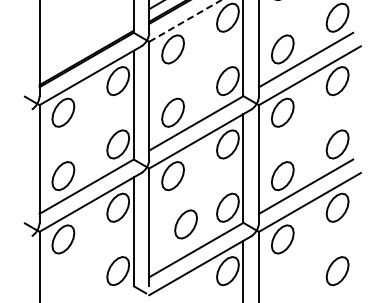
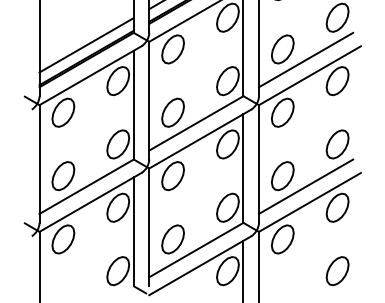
line at (185, 20): dashed -> solid
line at (86, 45): none -> present
part at (185, 224) position: (185, 224) -> (172, 239)
